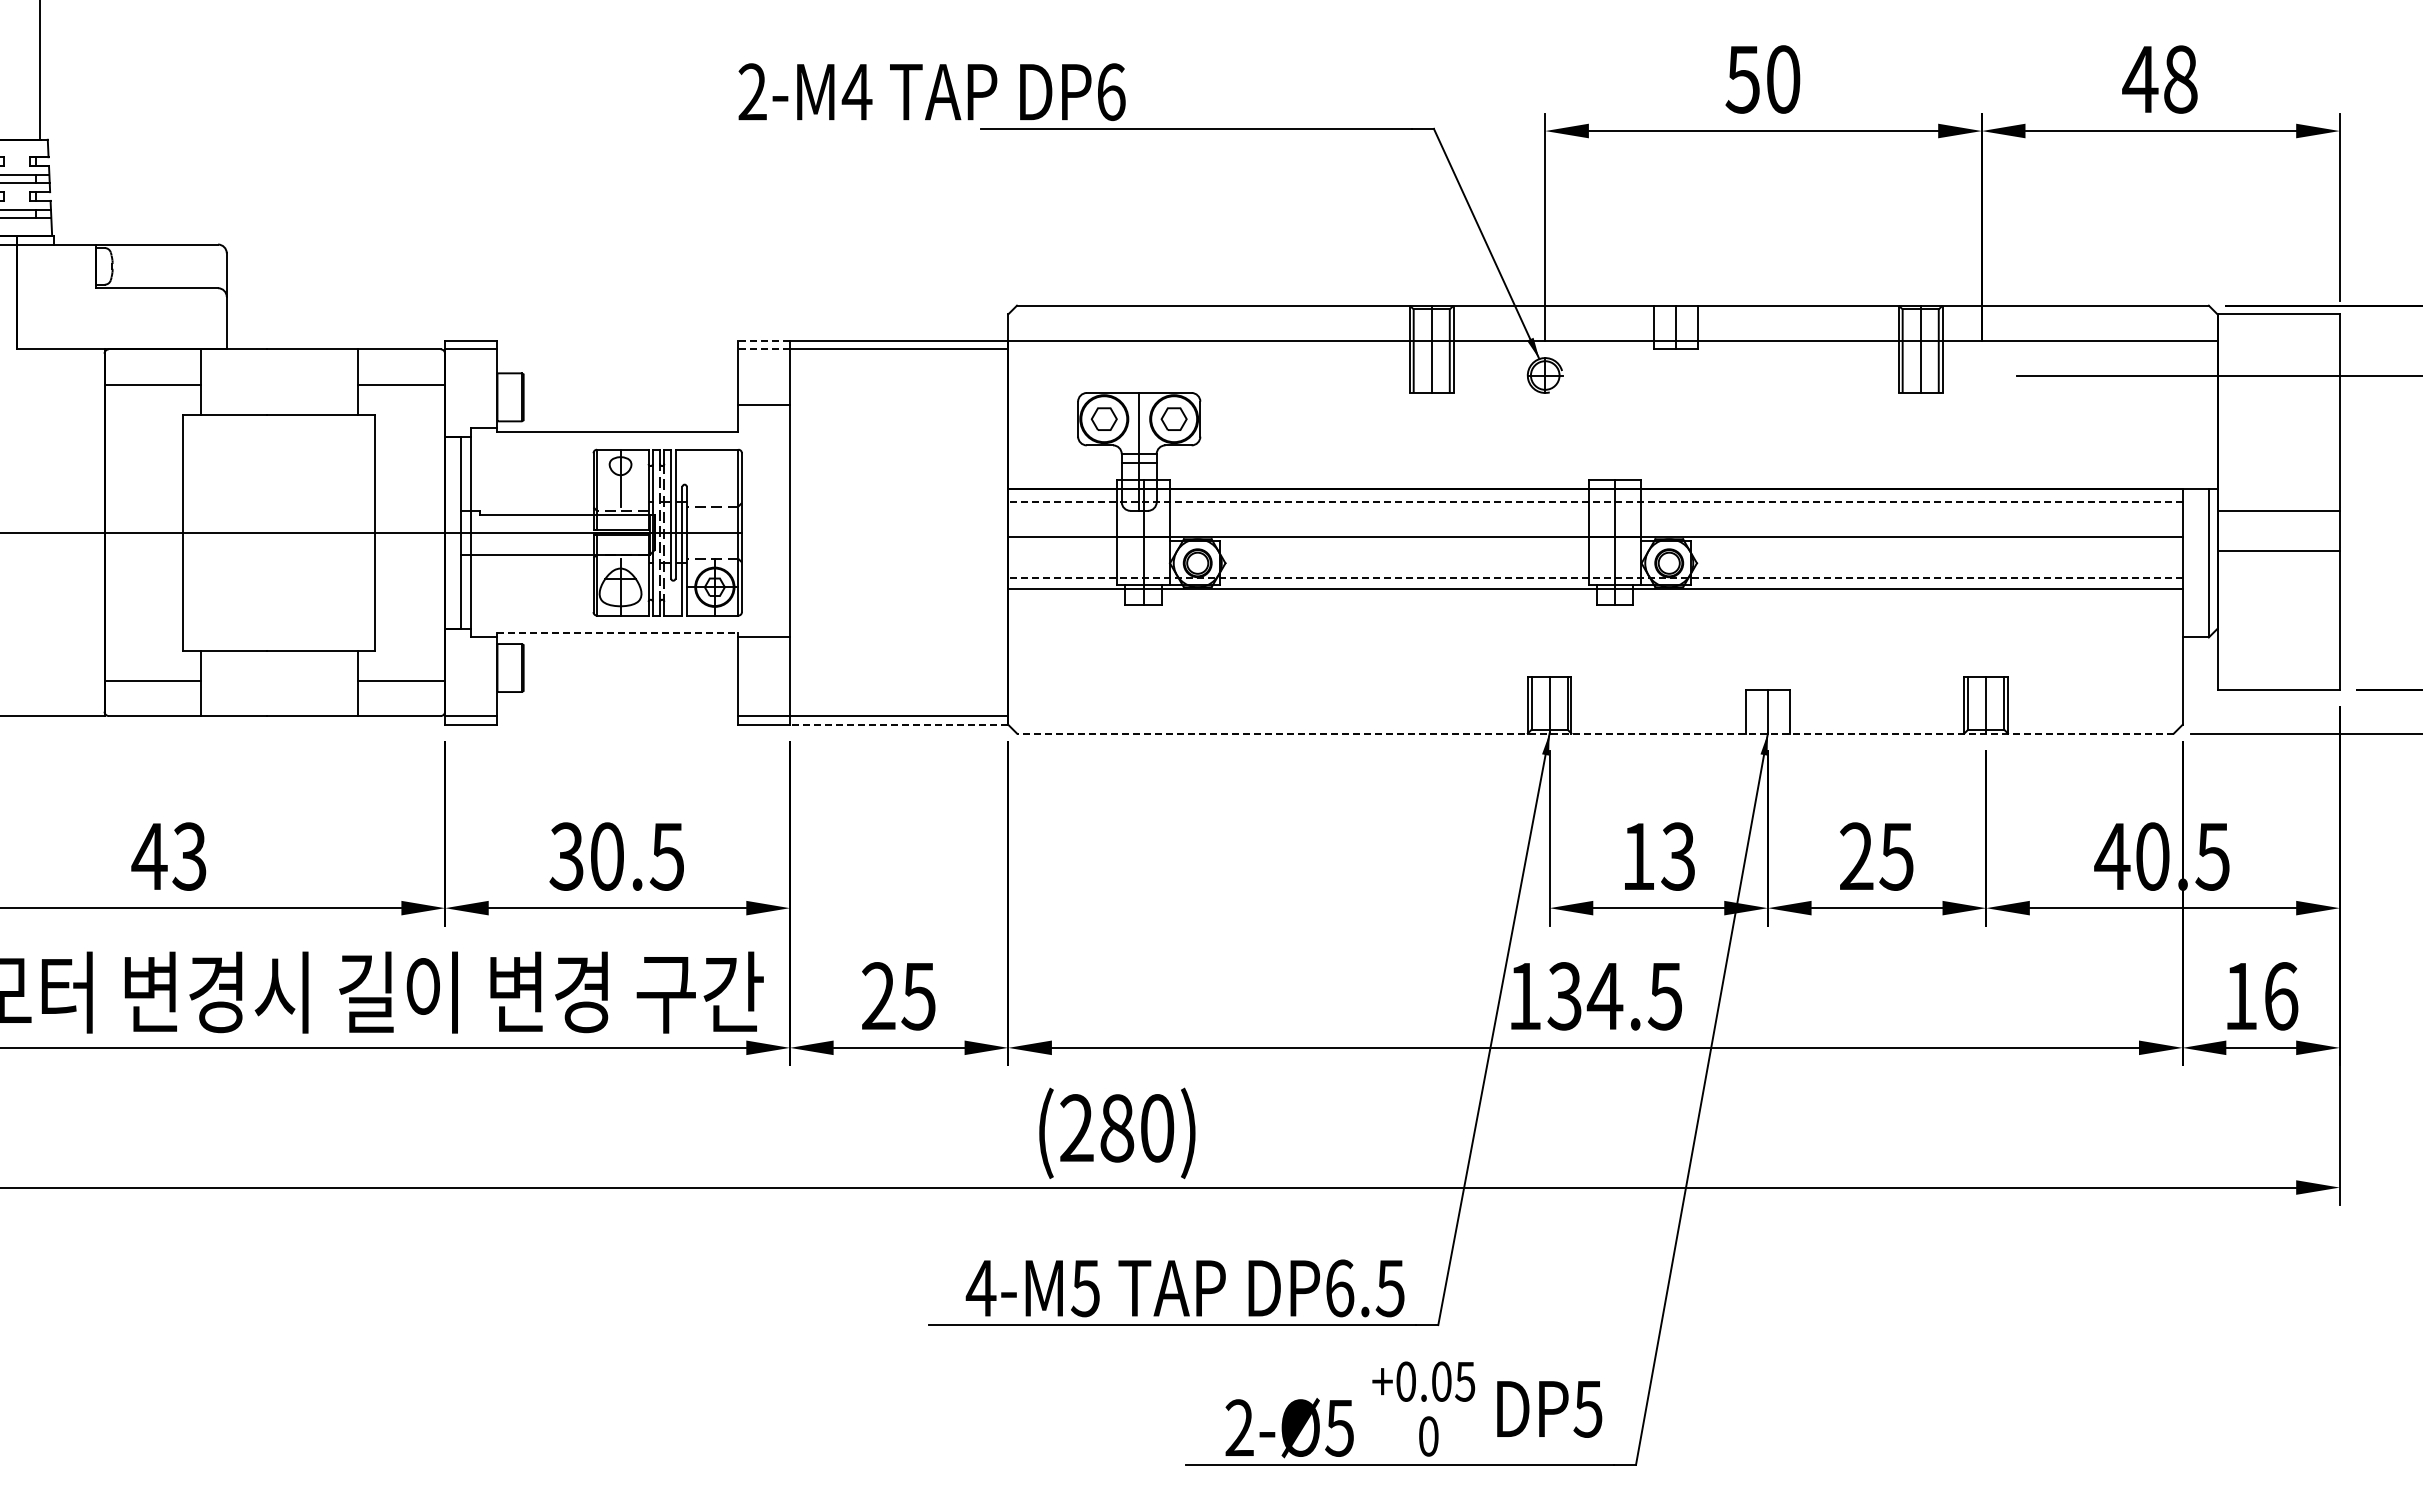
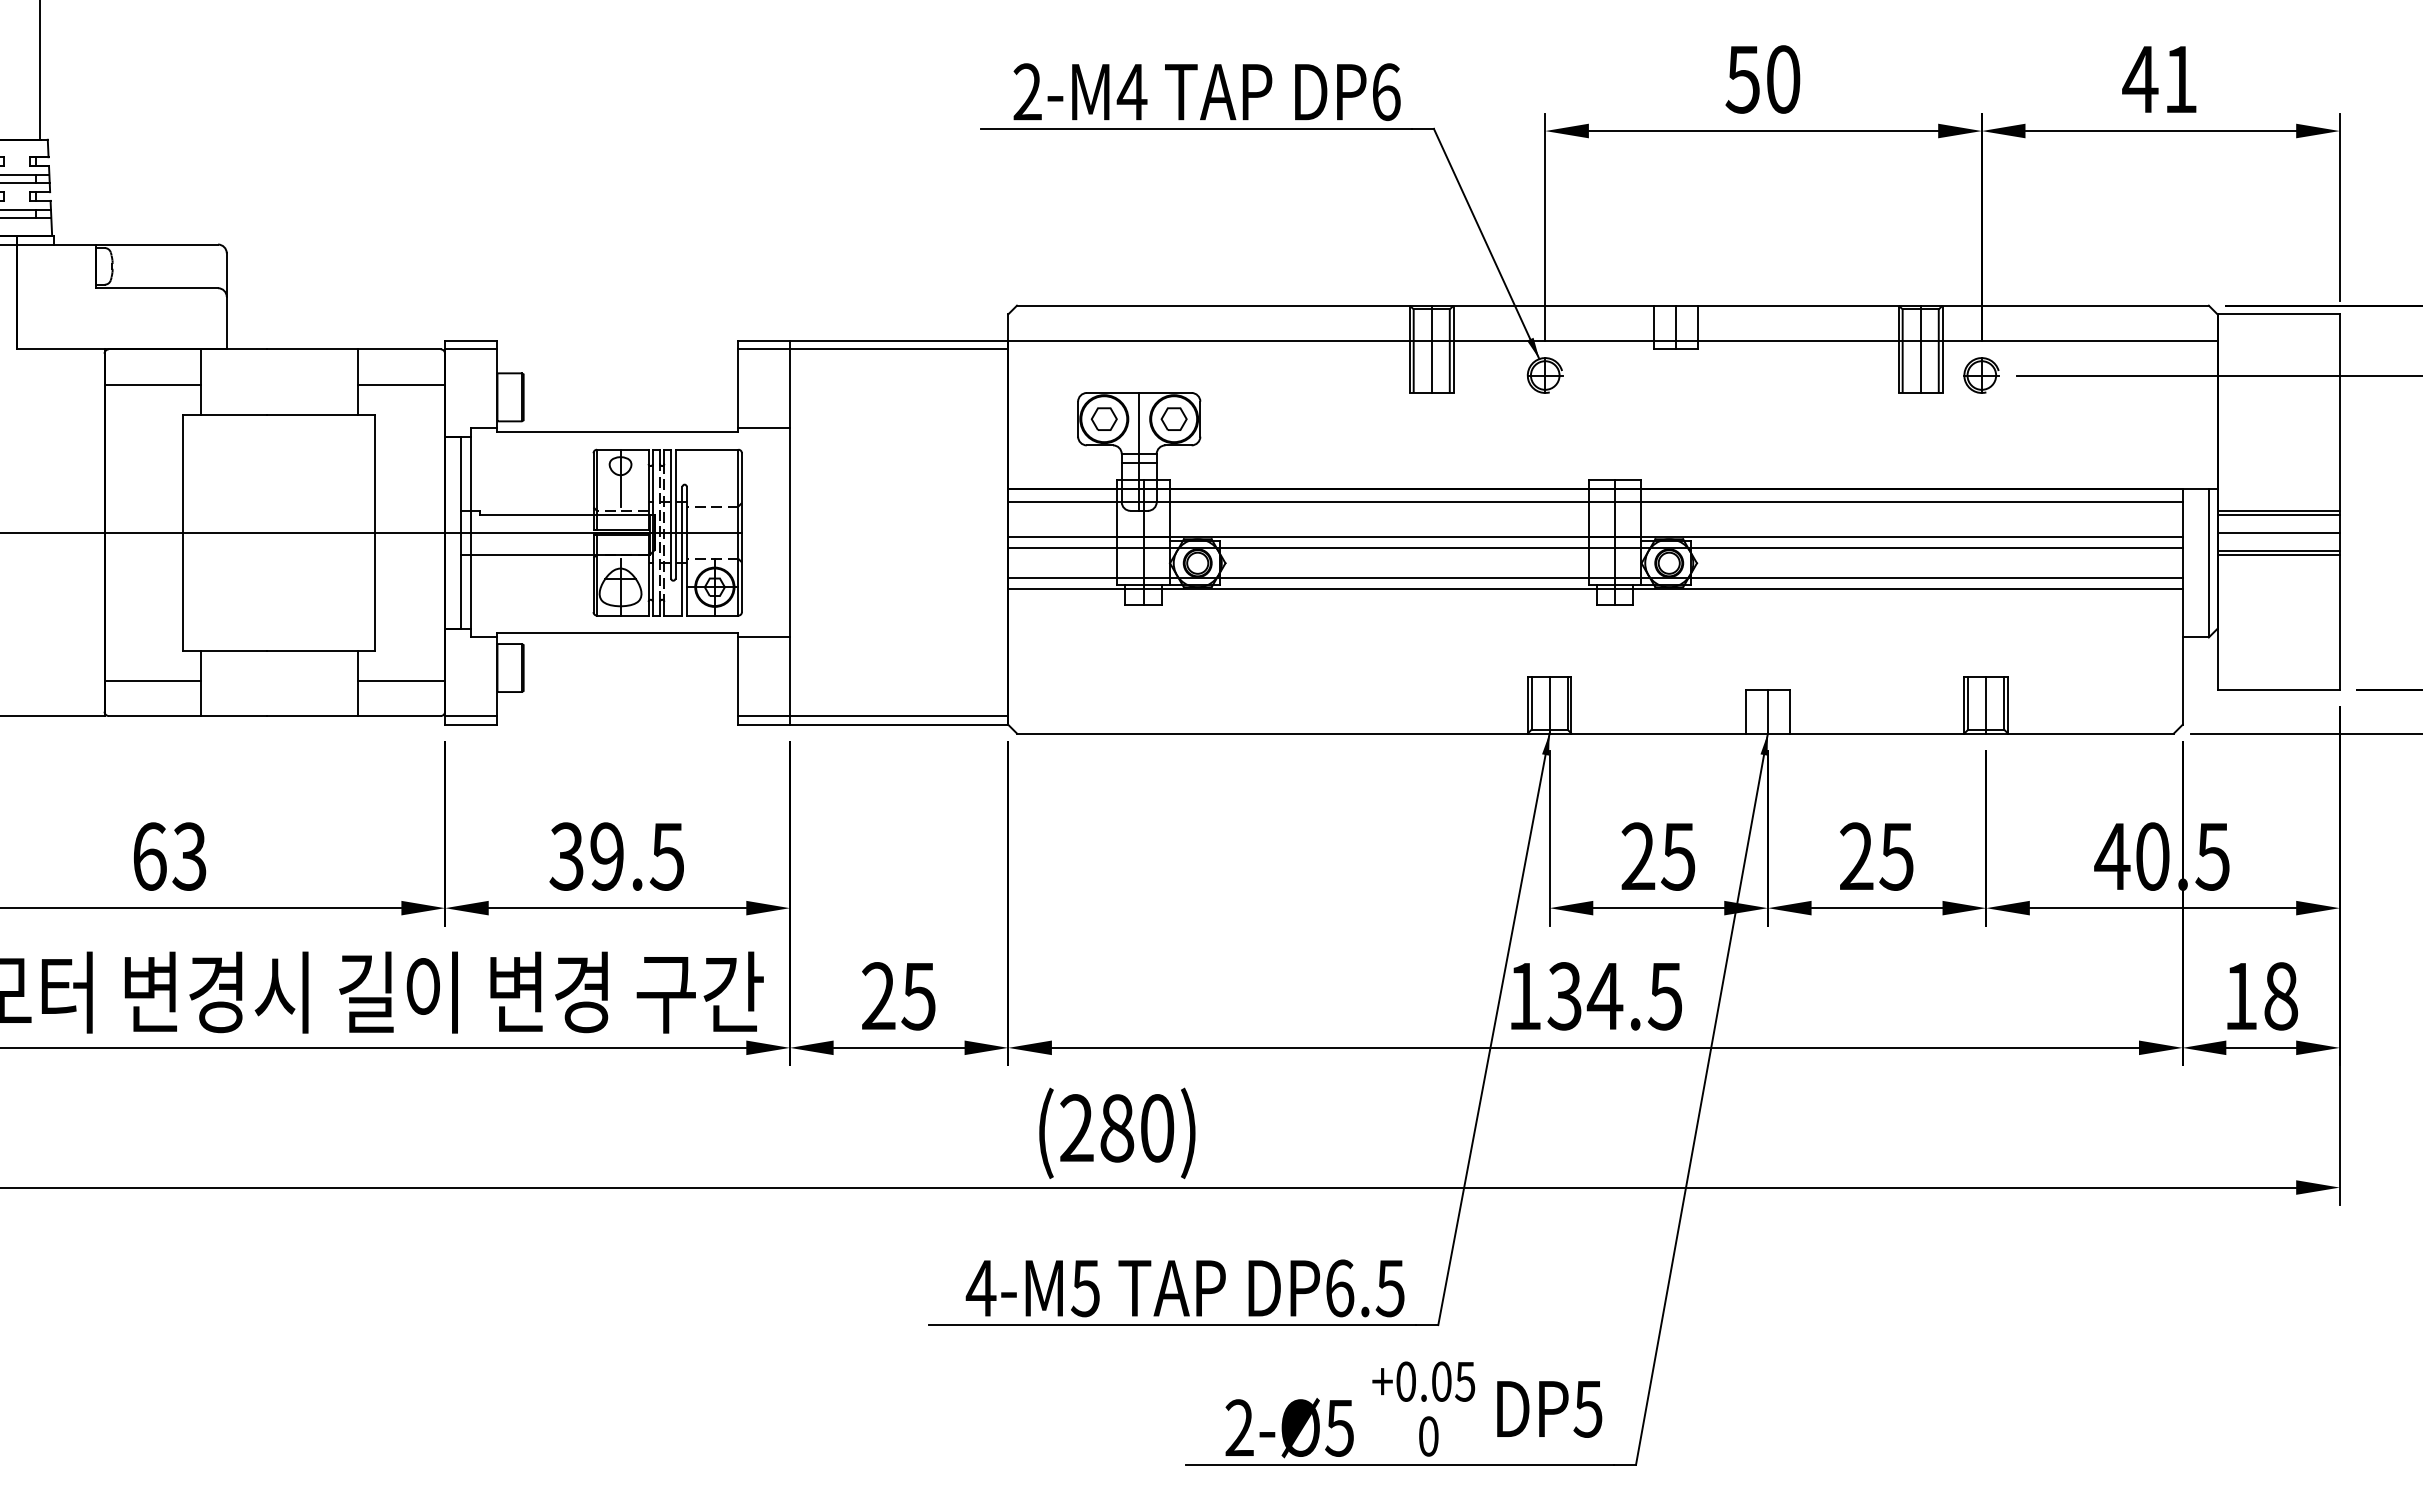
text at (2180, 79): 48 -> 41
text at (931, 91) position: (931, 91) -> (1206, 91)
line at (763, 340): dashed -> solid
line at (763, 349): dashed -> solid
part at (1981, 375): none -> present
line at (763, 404) position: (763, 404) -> (763, 427)
line at (1594, 502): dashed -> solid
line at (2278, 514): none -> present
line at (2278, 532): none -> present
line at (1595, 548): none -> present
line at (2278, 554): none -> present
line at (1594, 578): dashed -> solid
line at (618, 633): dashed -> solid
line at (898, 724): dashed -> solid
line at (1594, 733): dashed -> solid
text at (149, 856): 43 -> 63
text at (606, 856): 30.5 -> 39.5
text at (1658, 856): 13 -> 25
text at (2281, 996): 16 -> 18
